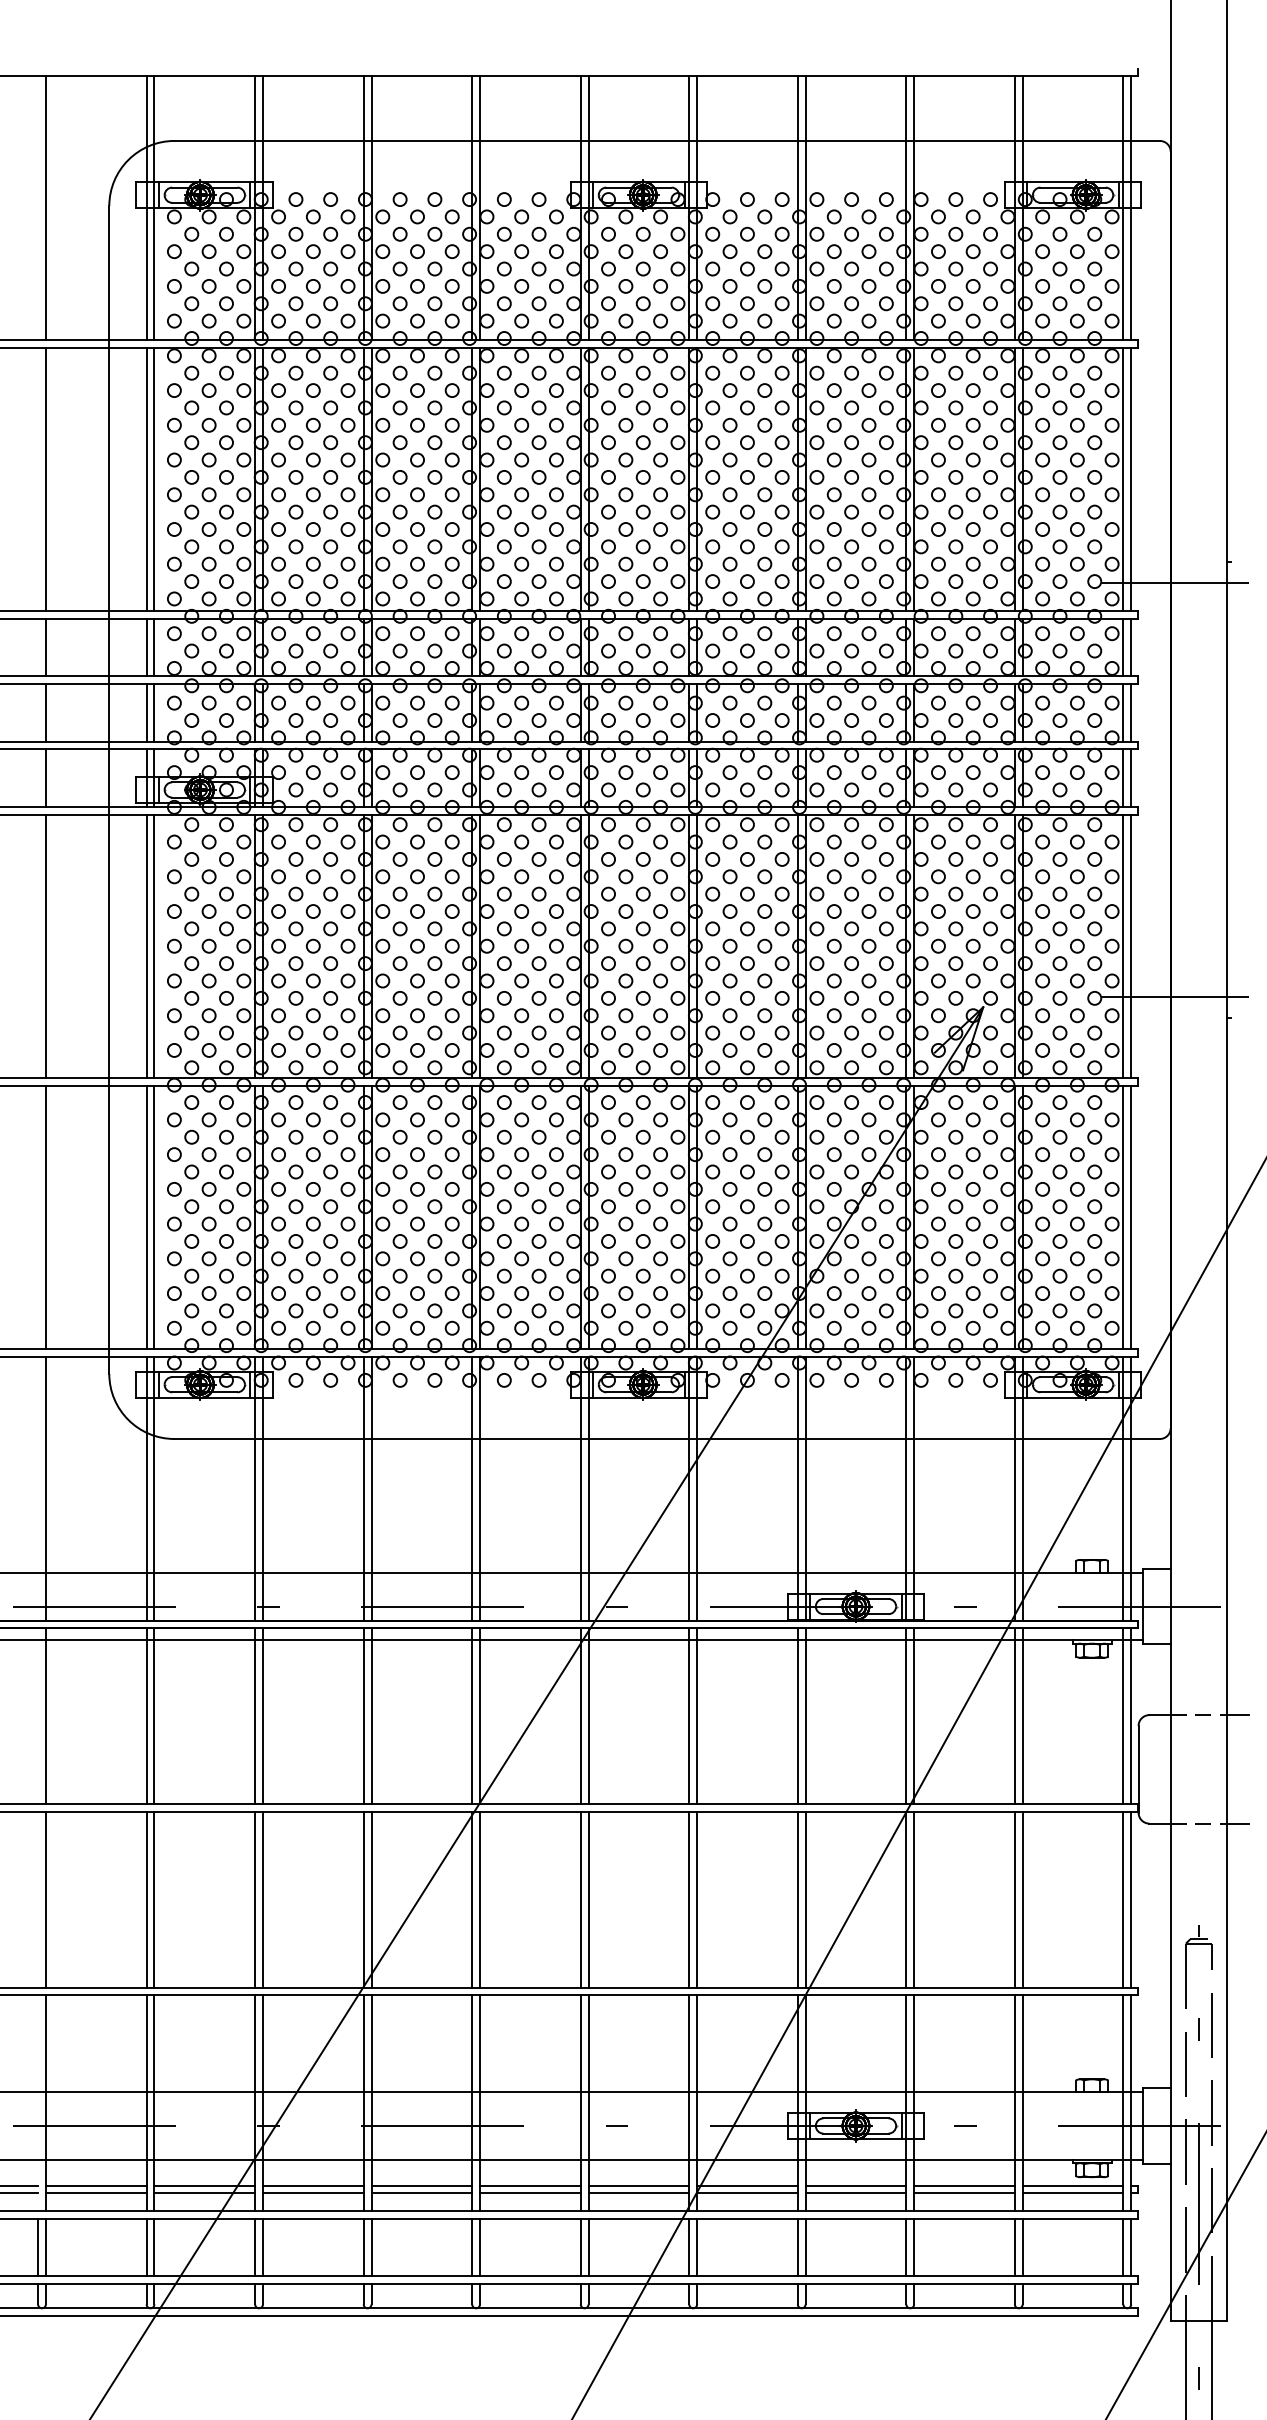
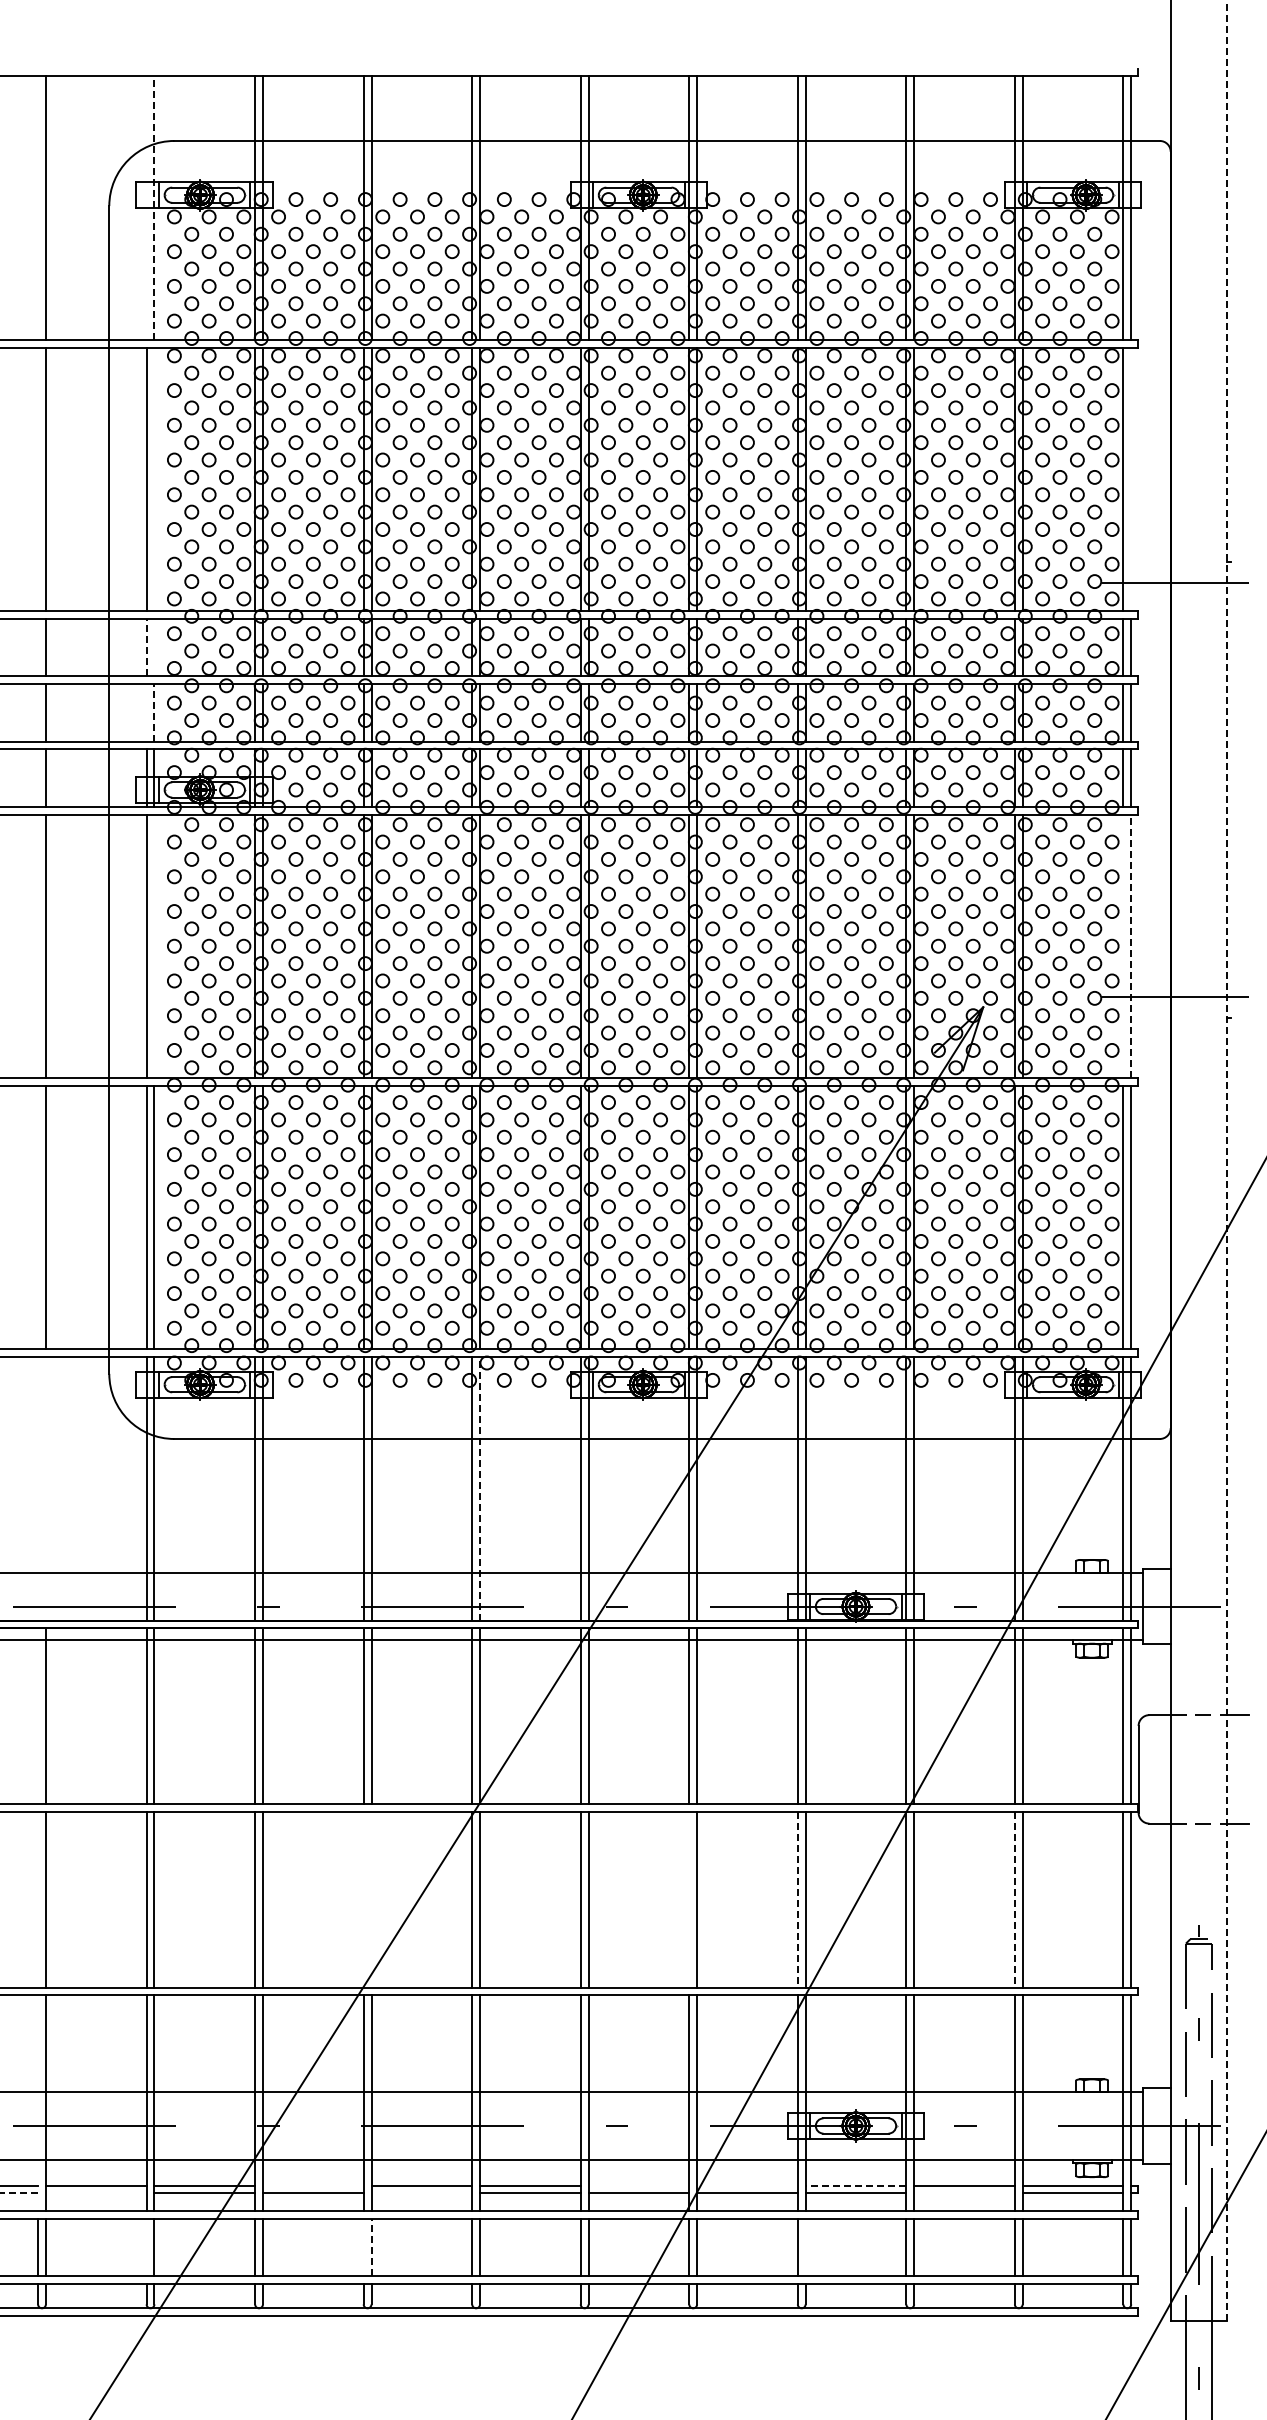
line at (146, 208): present -> none
line at (154, 208): solid -> dashed
line at (154, 479): present -> none
line at (1131, 479): present -> none
line at (146, 647): solid -> dashed
line at (154, 647): present -> none
line at (146, 712): present -> none
line at (154, 712): solid -> dashed
line at (154, 946): present -> none
line at (1123, 946): present -> none
line at (1131, 946): solid -> dashed
line at (1227, 1160): solid -> dashed
line at (45, 1488): present -> none
line at (480, 1488): solid -> dashed
line at (363, 1899): present -> none
line at (371, 1899): present -> none
line at (689, 1899): present -> none
line at (797, 1899): solid -> dashed
line at (1014, 1899): solid -> dashed
line at (312, 2185): present -> none
line at (638, 2185): present -> none
line at (747, 2185): present -> none
line at (855, 2185): solid -> dashed
line at (19, 2193): solid -> dashed
line at (95, 2193): present -> none
line at (421, 2193): present -> none
line at (964, 2193): present -> none
line at (146, 2247): present -> none
line at (363, 2247): present -> none
line at (371, 2247): solid -> dashed
line at (805, 2247): present -> none
